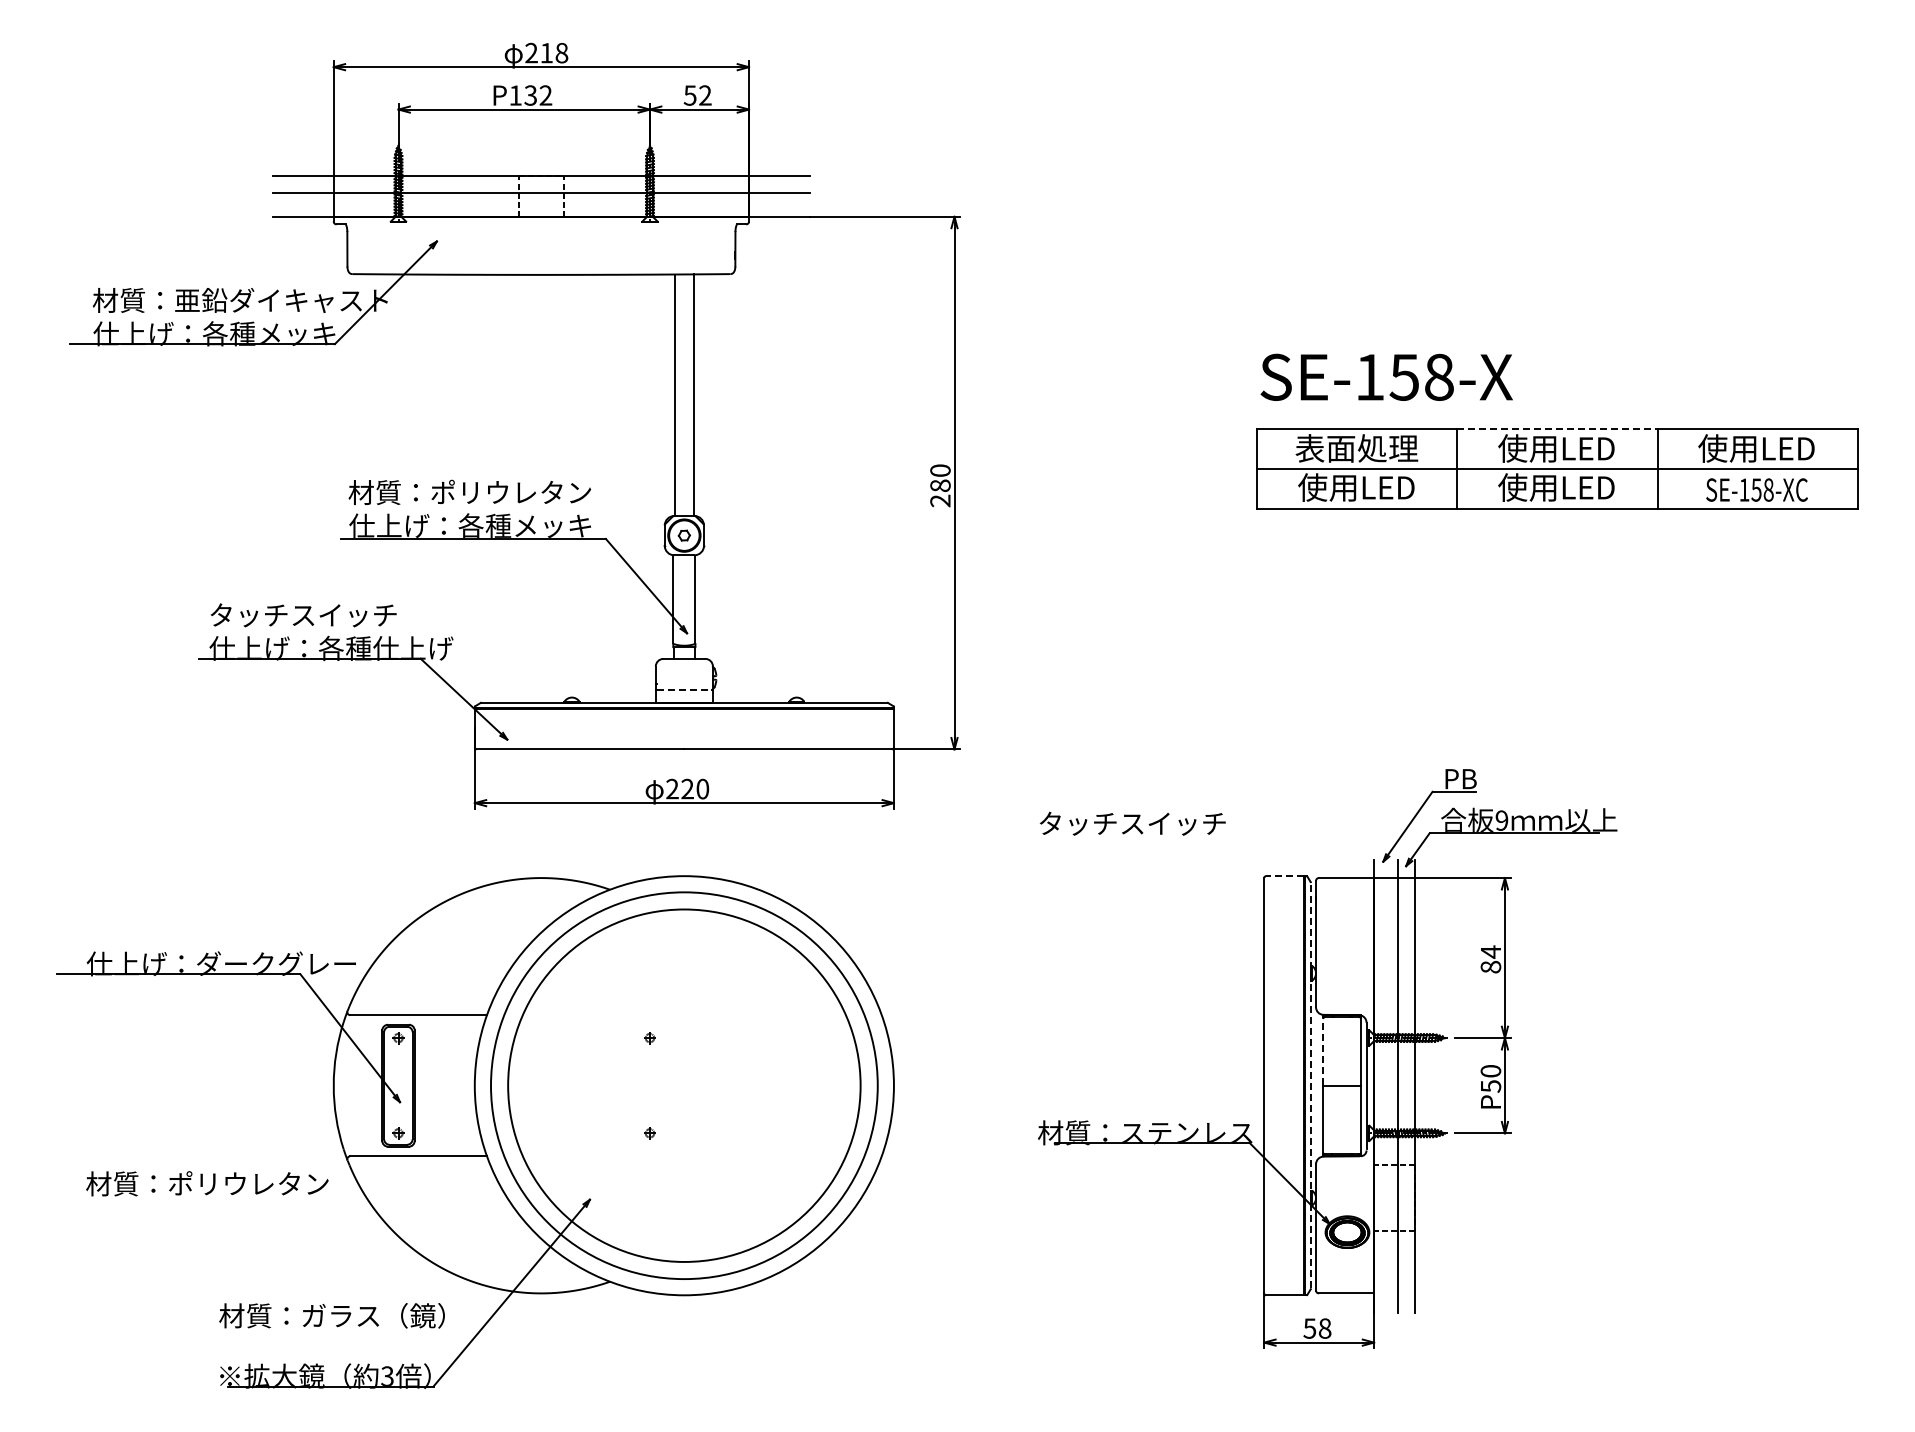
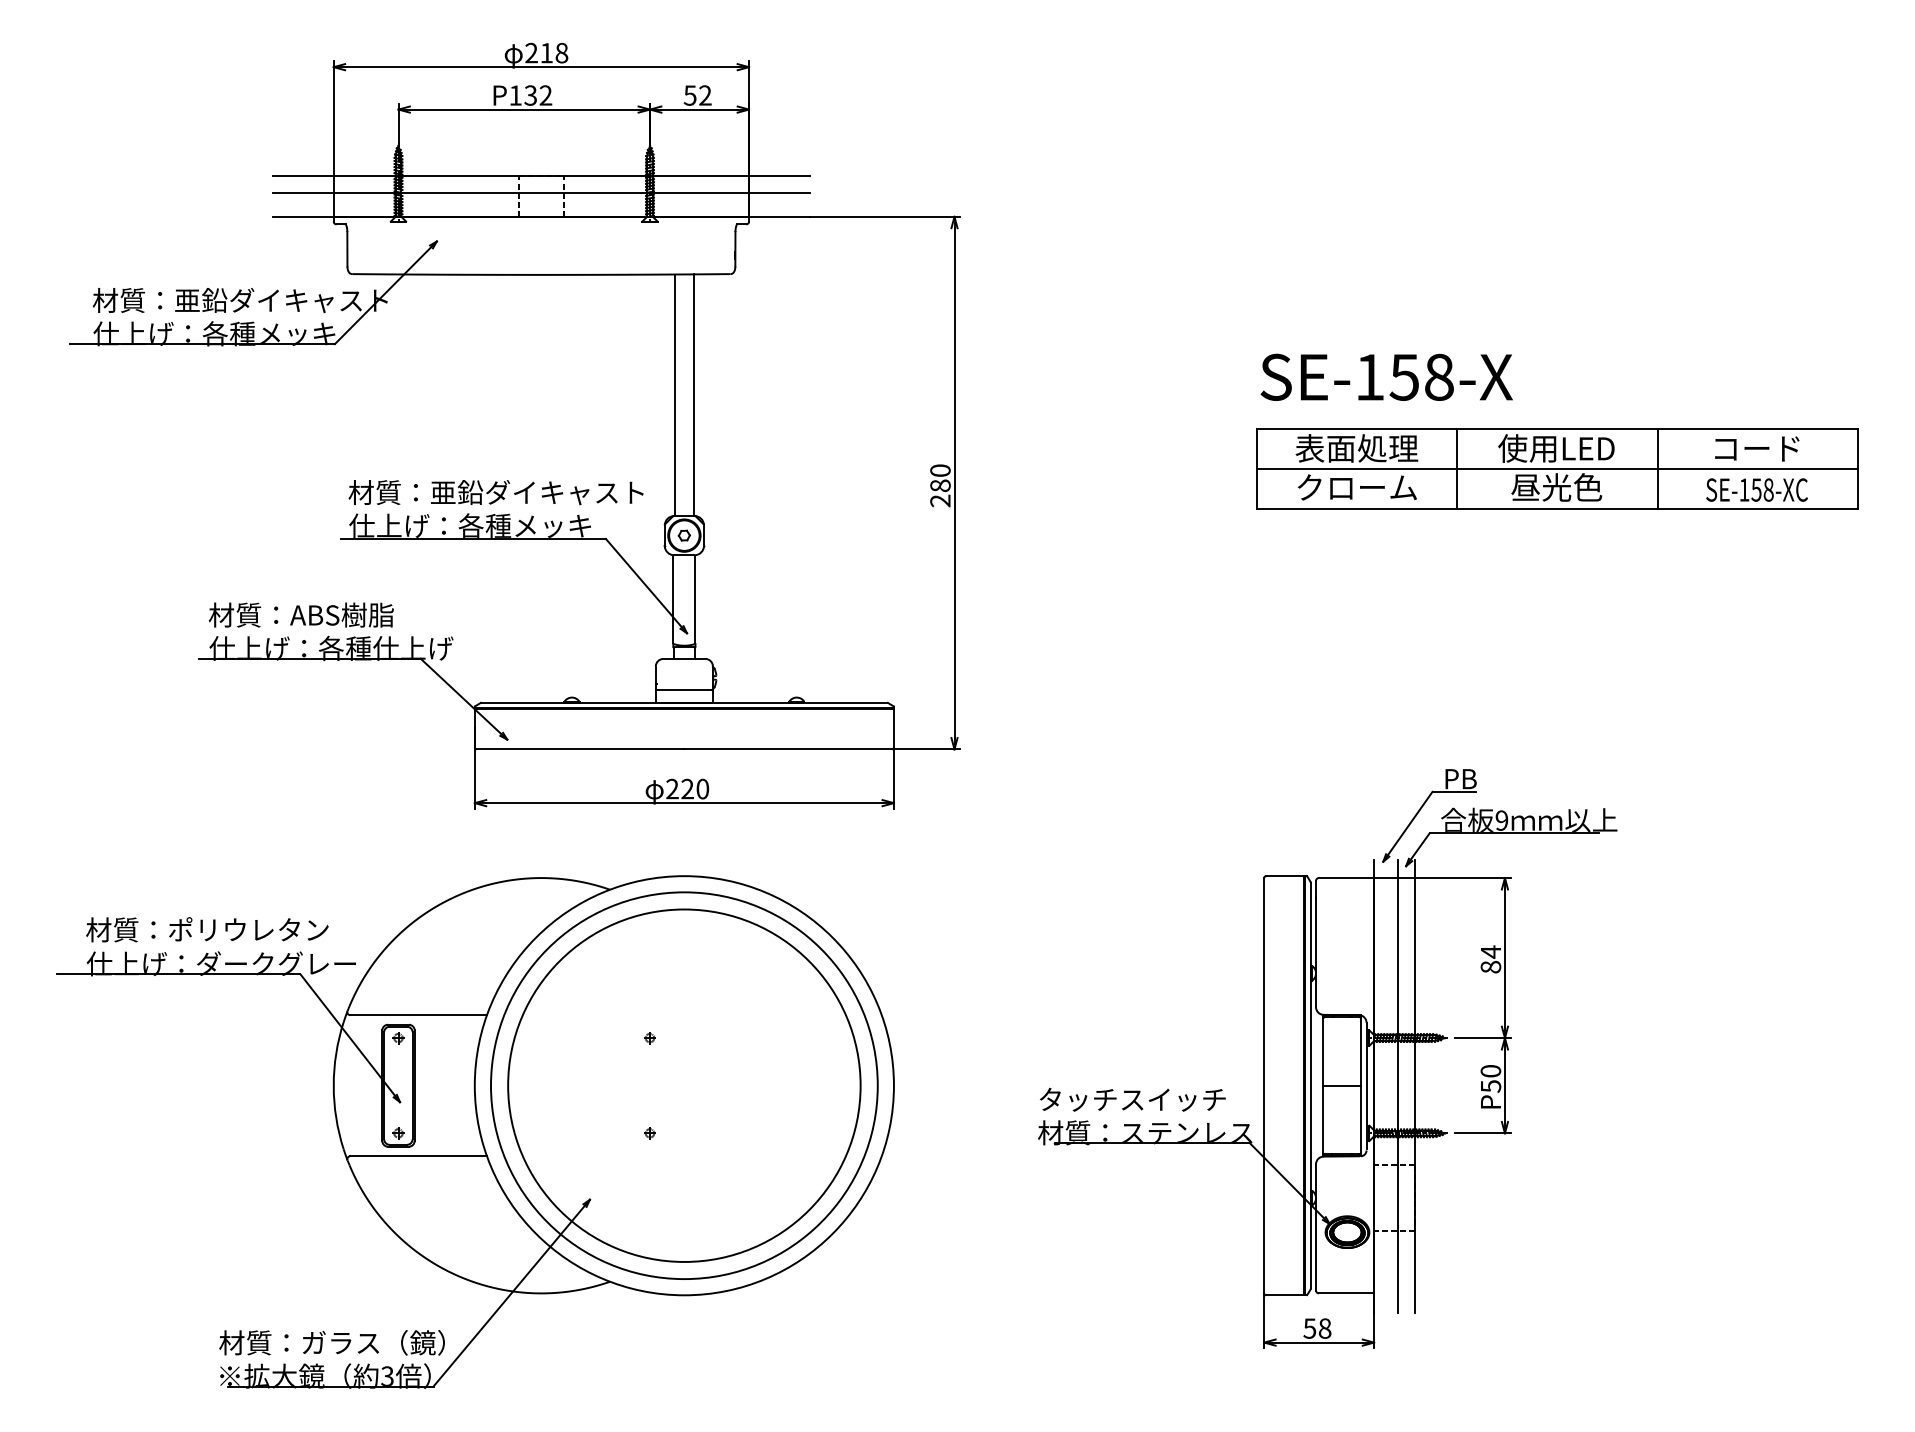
line at (1557, 428): dashed -> solid
text at (1756, 448): 使用LED -> コード
text at (1356, 487): 使用LED -> クローム
text at (1556, 487): 使用LED -> 昼光色
text at (537, 492): 材質：ポリウレタン -> 材質：亜鉛ダイキャスト
text at (302, 614): タッチスイッチ -> 材質：ABS樹脂
line at (684, 690): dashed -> solid
text at (1132, 823) position: (1132, 823) -> (1132, 1099)
line at (1284, 876): dashed -> solid
line at (1323, 1051): dashed -> solid
line at (1310, 1085): dashed -> solid
text at (207, 1183) position: (207, 1183) -> (207, 929)
text at (331, 1315) position: (331, 1315) -> (331, 1342)
